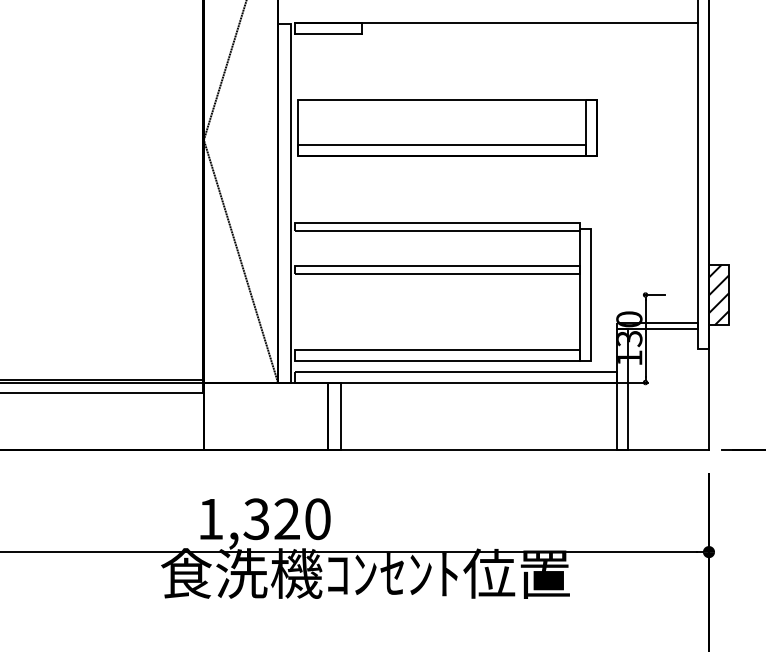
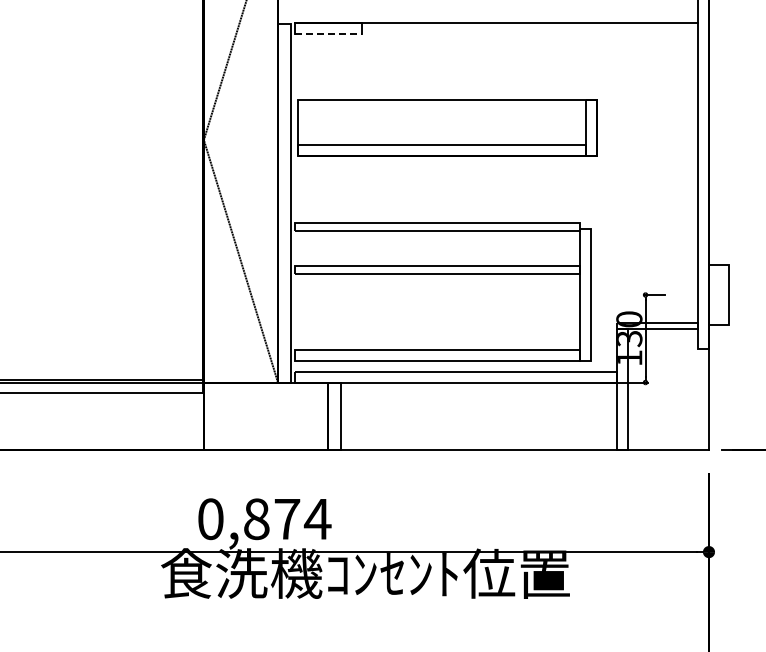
line at (328, 33): solid -> dashed
hatch at (718, 294): present -> none
text at (264, 519): 1,320 -> 0,874
